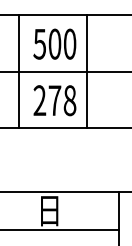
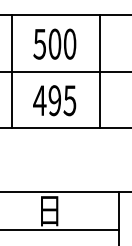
line at (19, 71) position: (19, 71) -> (12, 71)
line at (86, 71) position: (86, 71) -> (99, 71)
text at (54, 100): 278 -> 495
